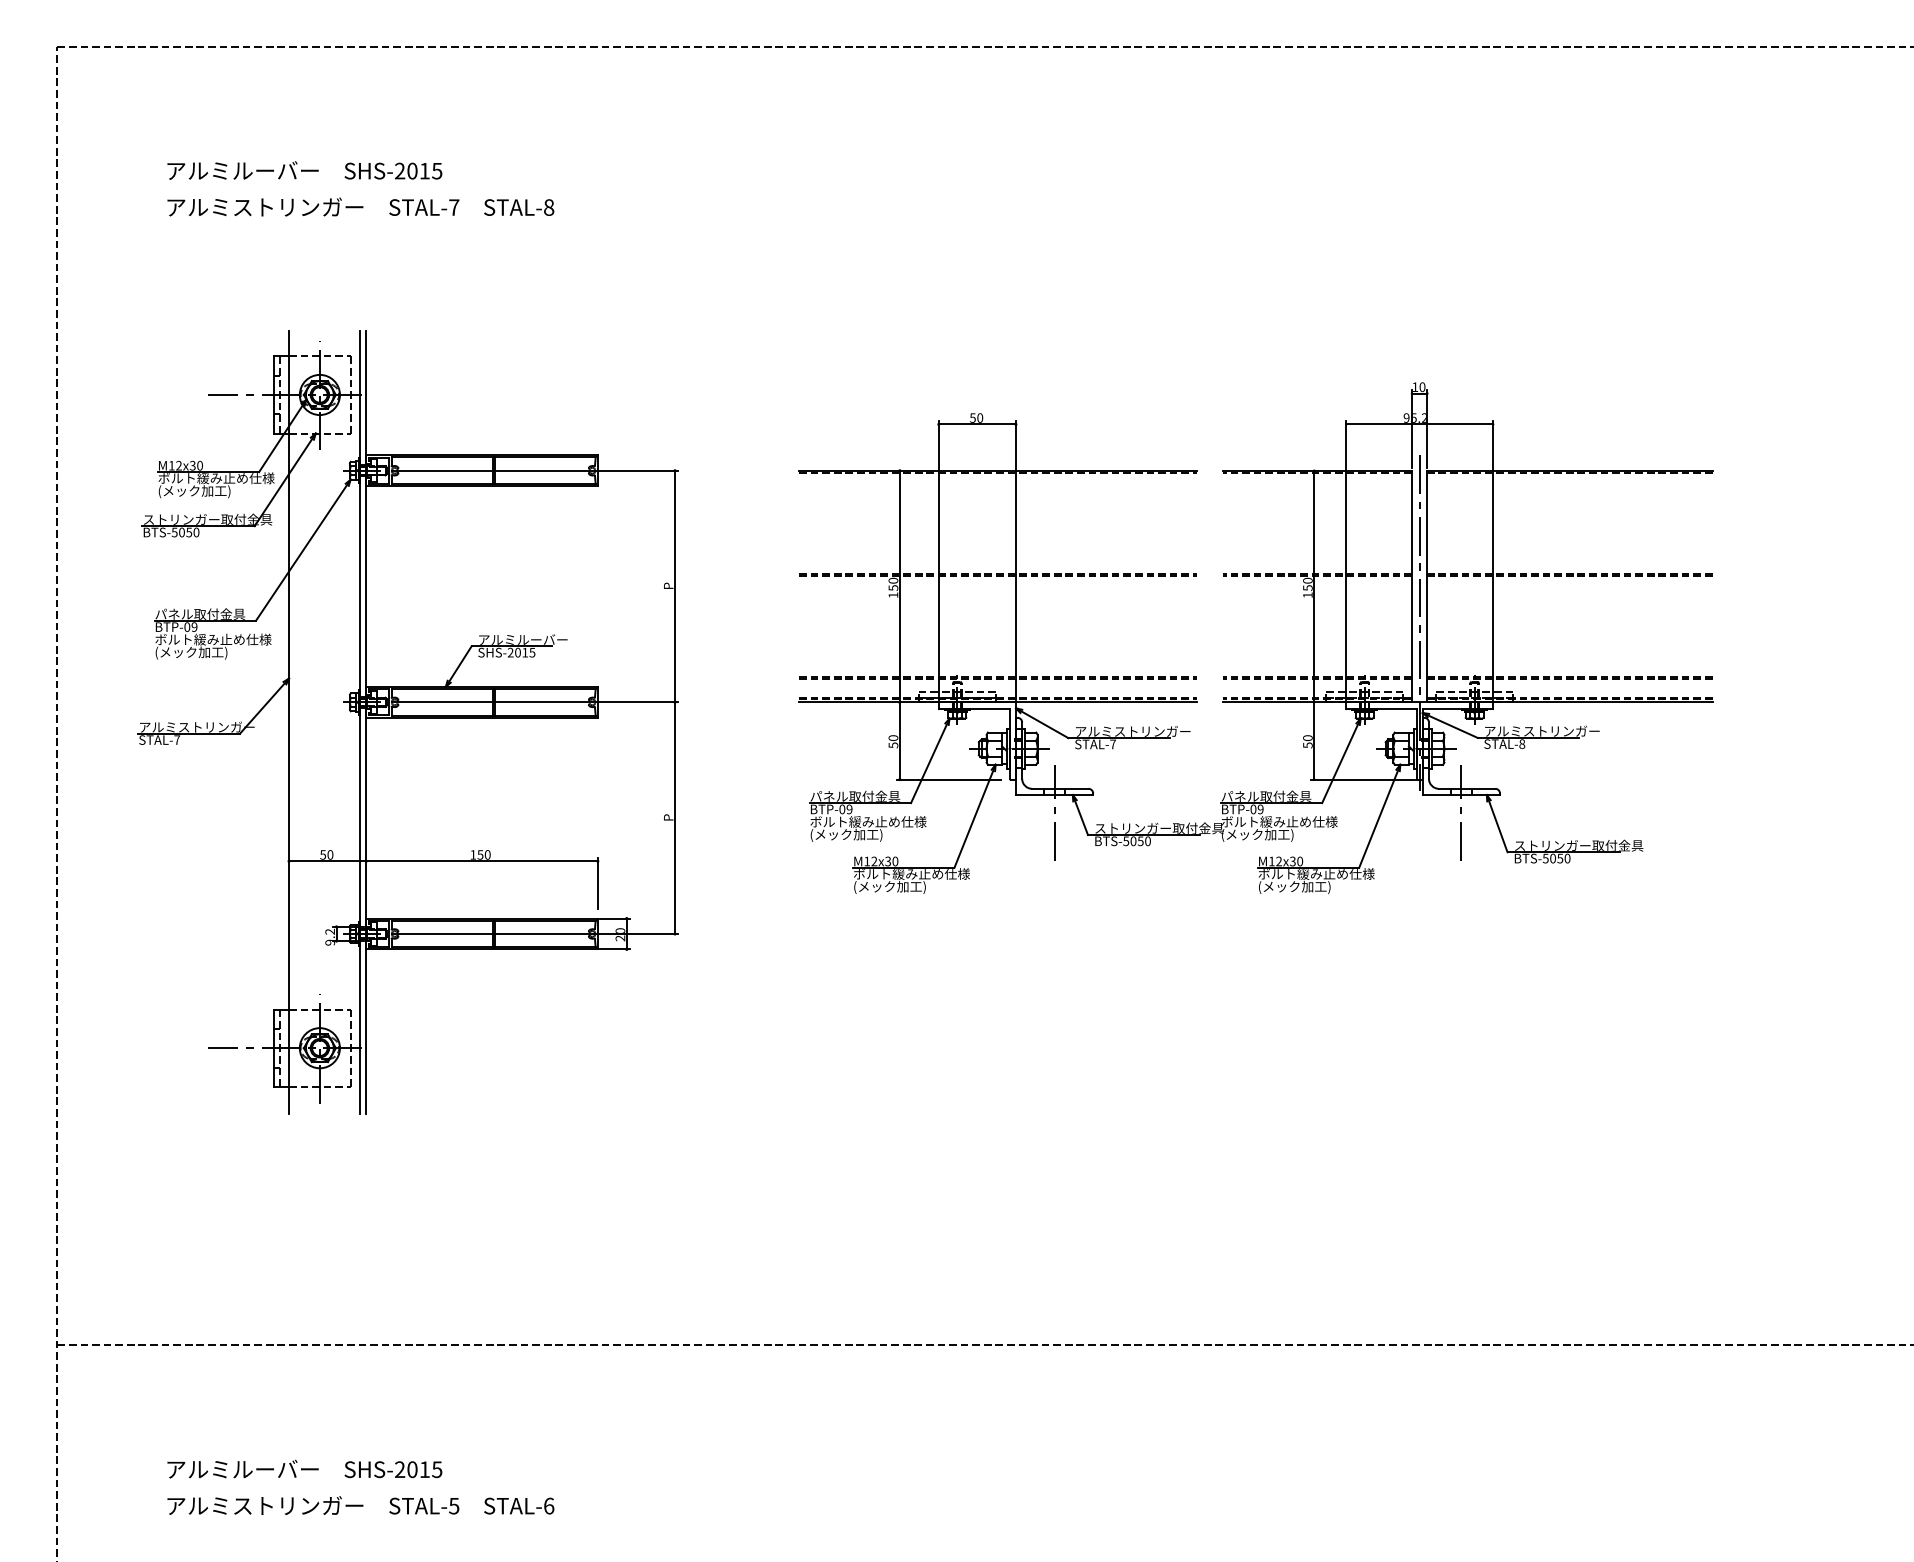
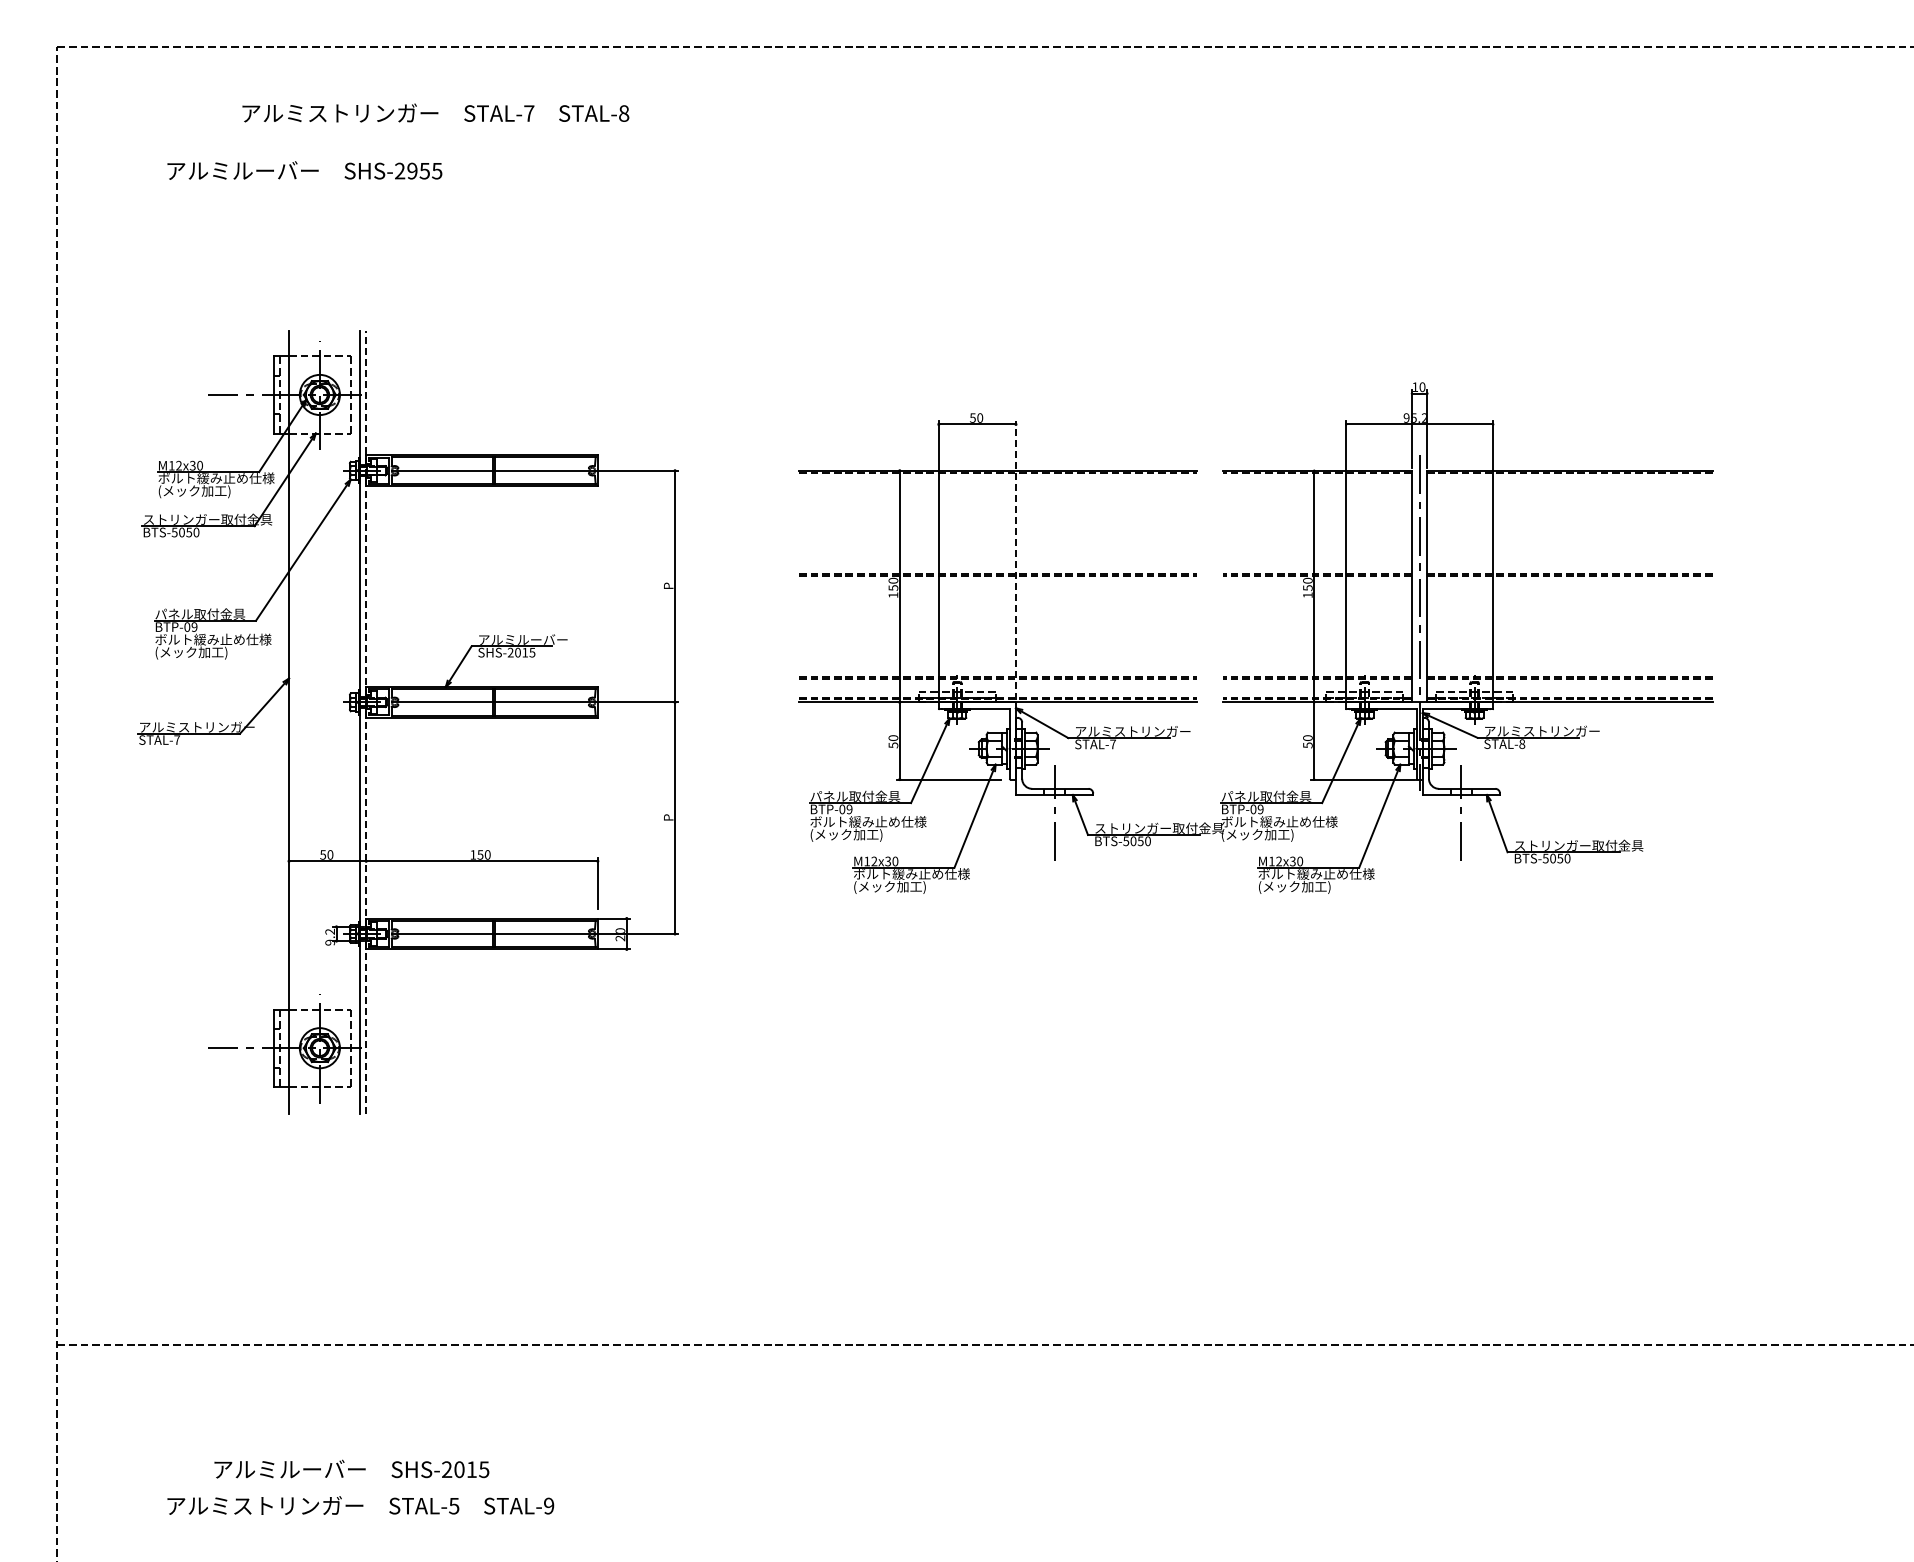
text at (418, 170): SHS-2015 -> SHS-2955
text at (360, 206) position: (360, 206) -> (435, 112)
line at (1015, 560): solid -> dashed
line at (366, 721): solid -> dashed
text at (304, 1468) position: (304, 1468) -> (351, 1468)
text at (549, 1505): STAL-6 -> STAL-9
